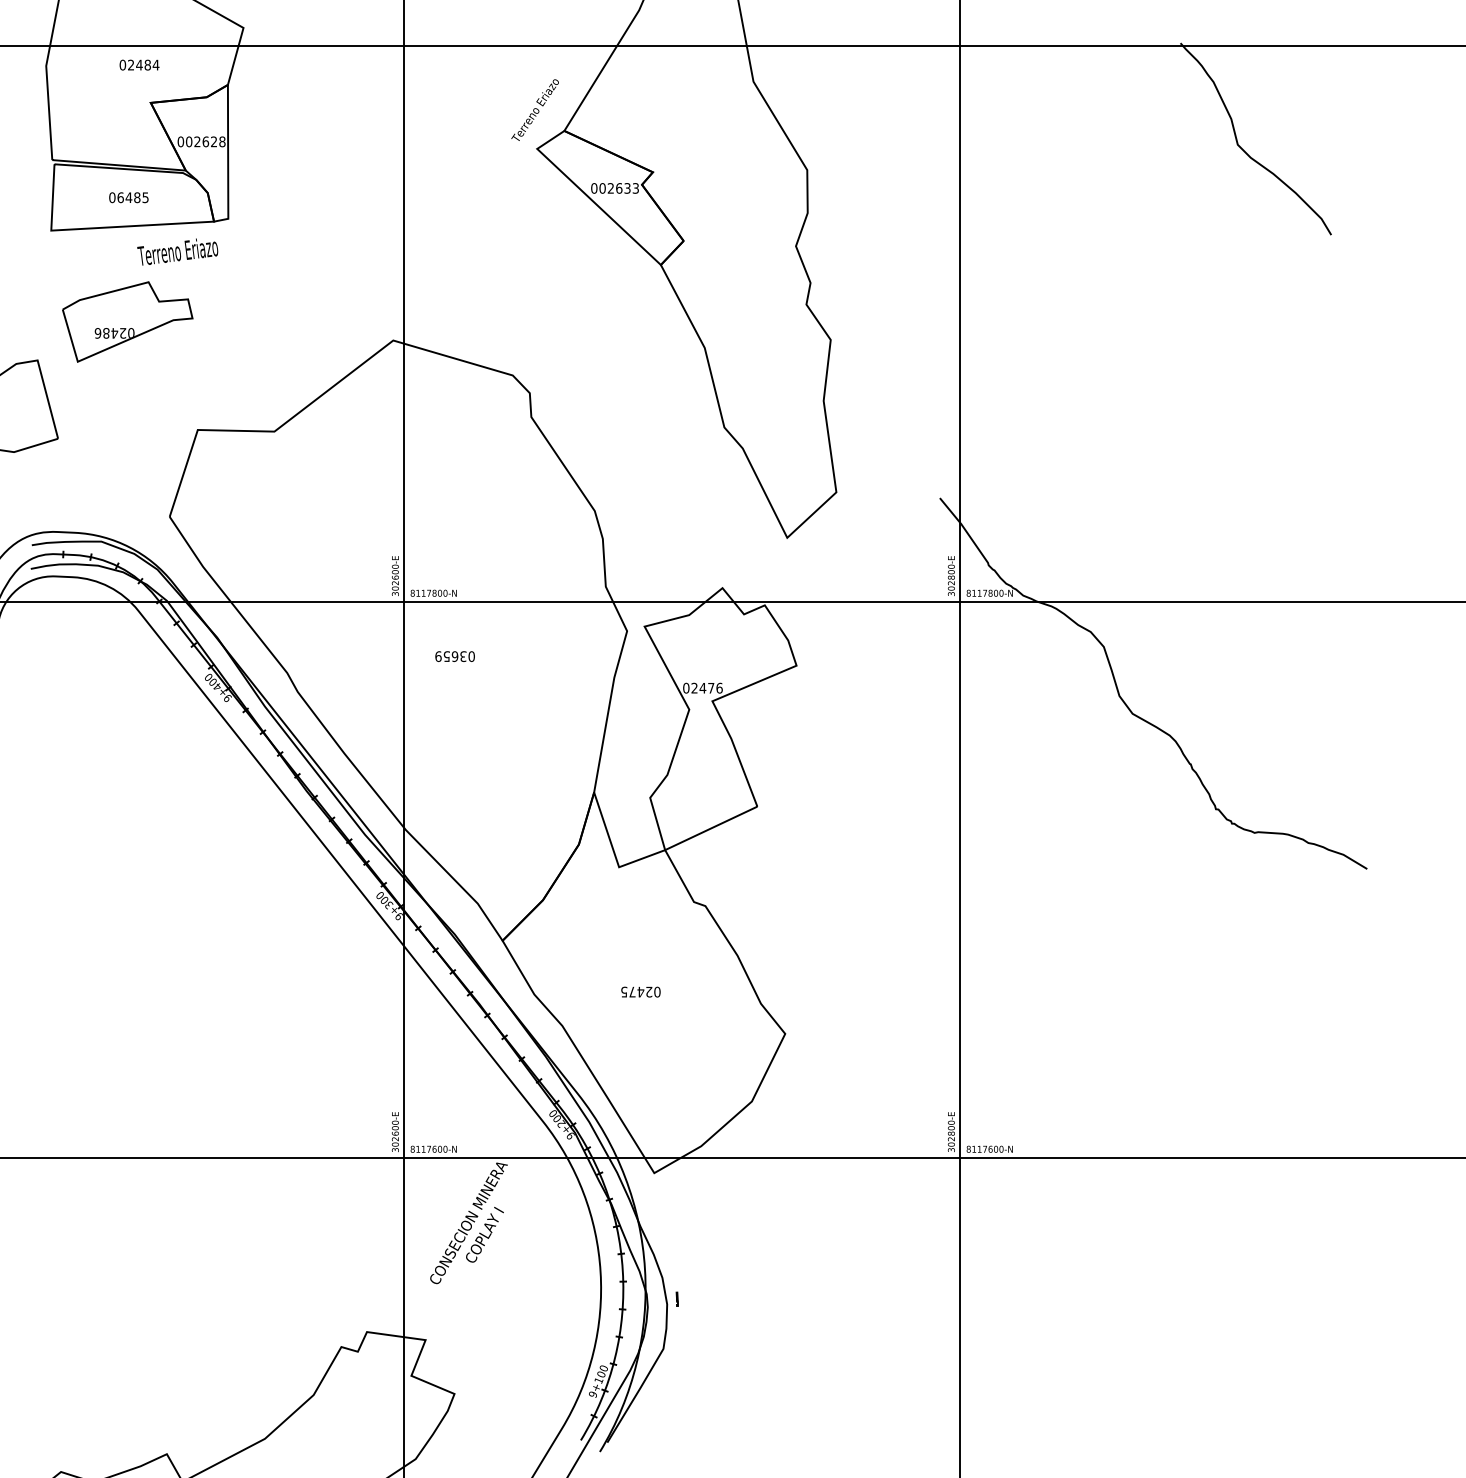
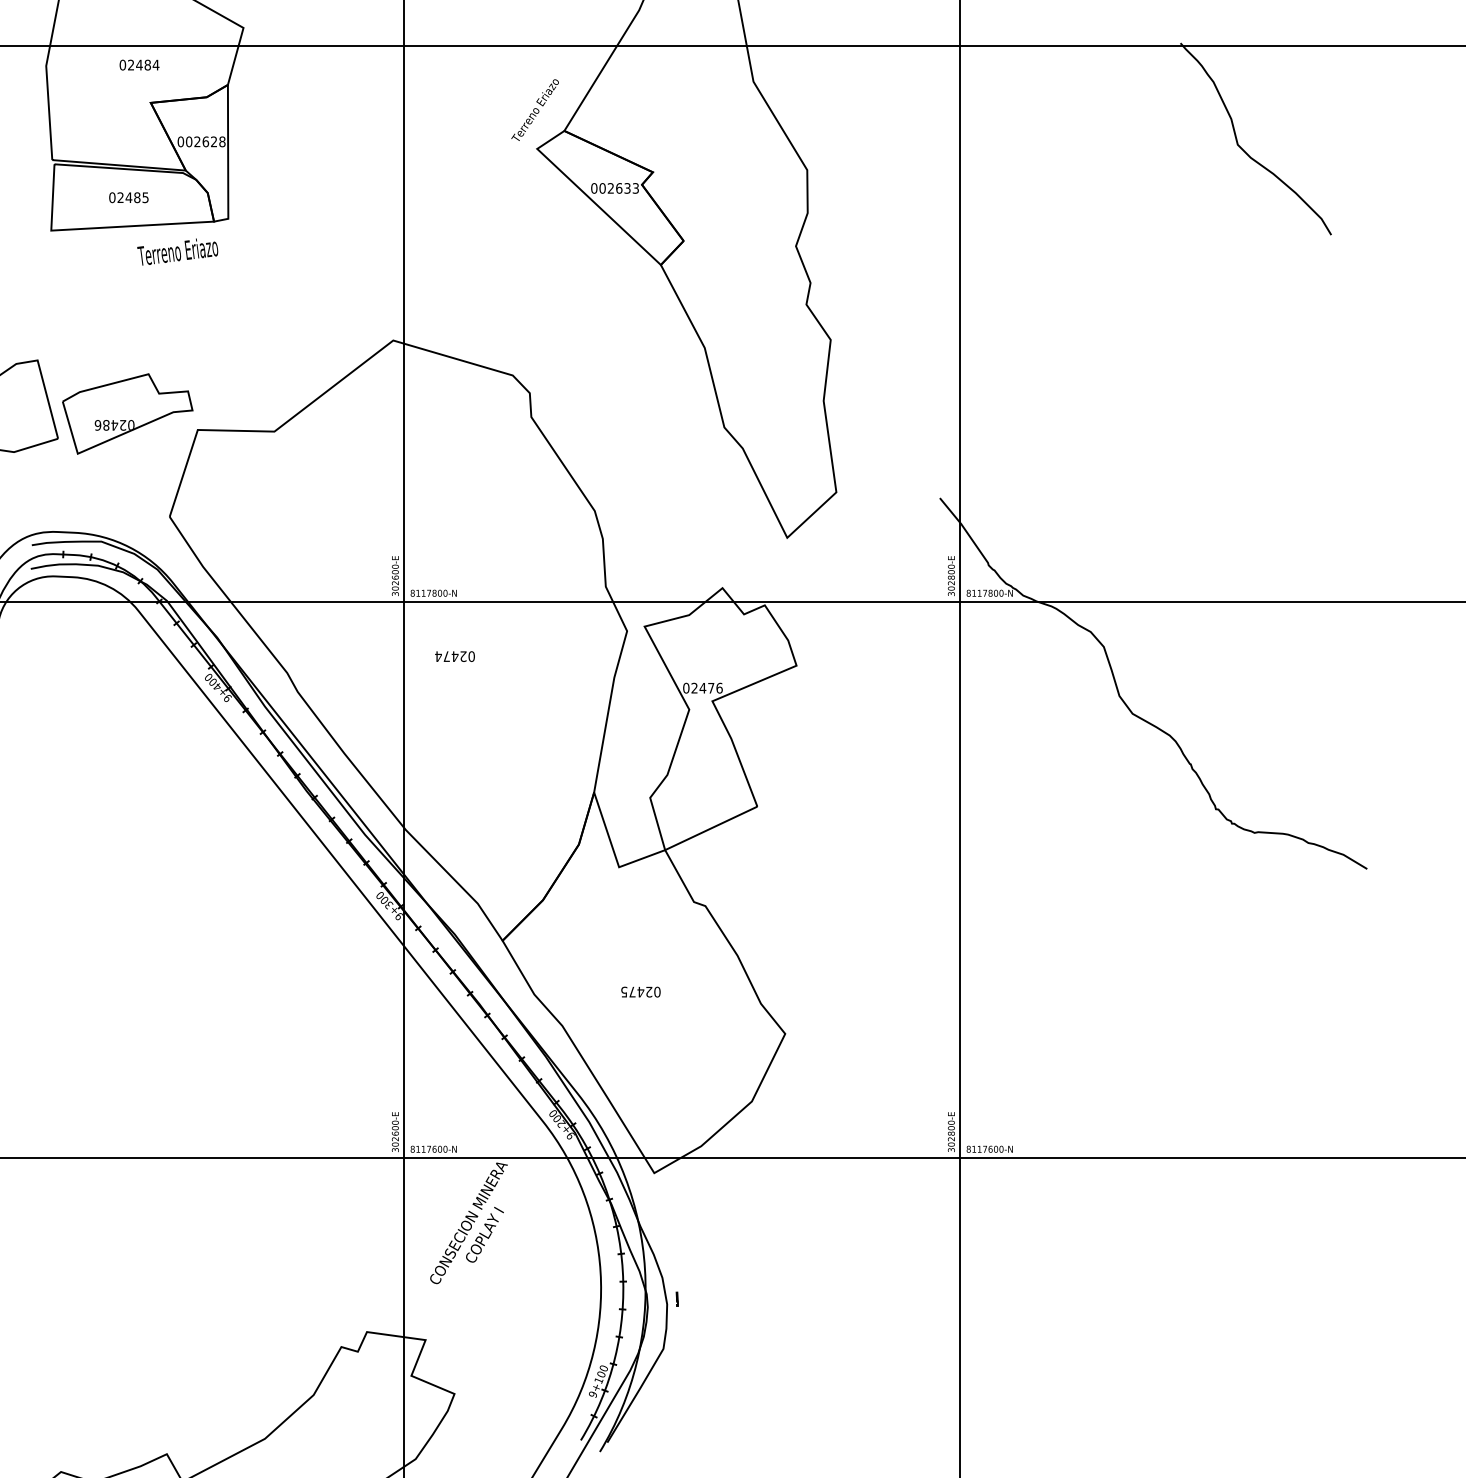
text at (120, 197): 06485 -> 02485
part at (127, 321) position: (127, 321) -> (127, 413)
text at (450, 656): 03659 -> 02474
